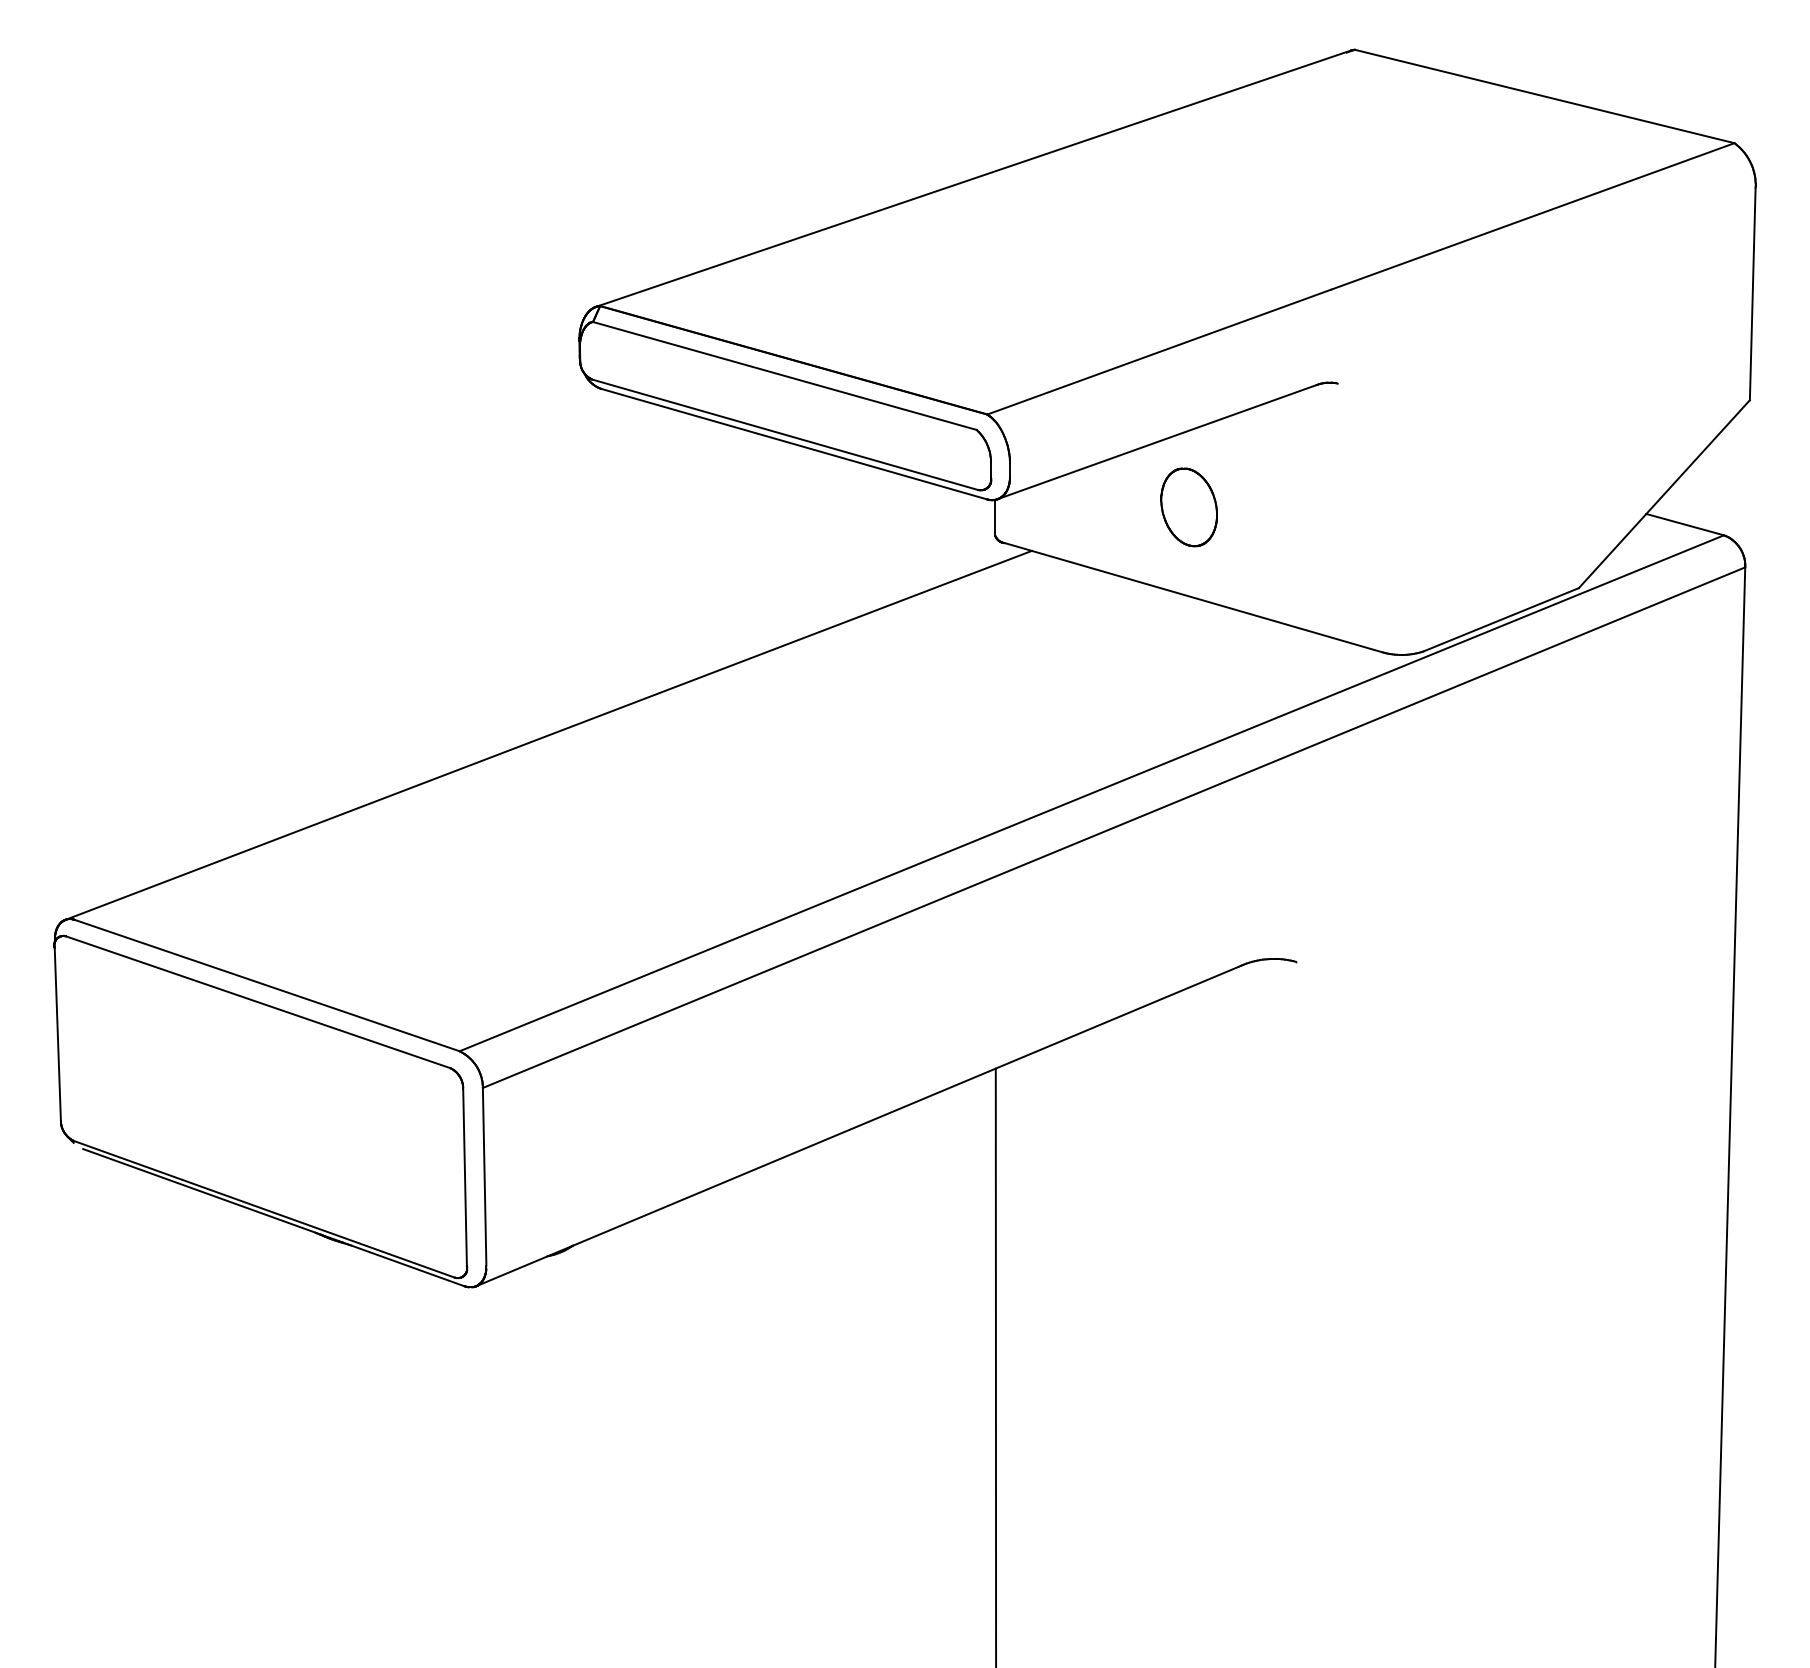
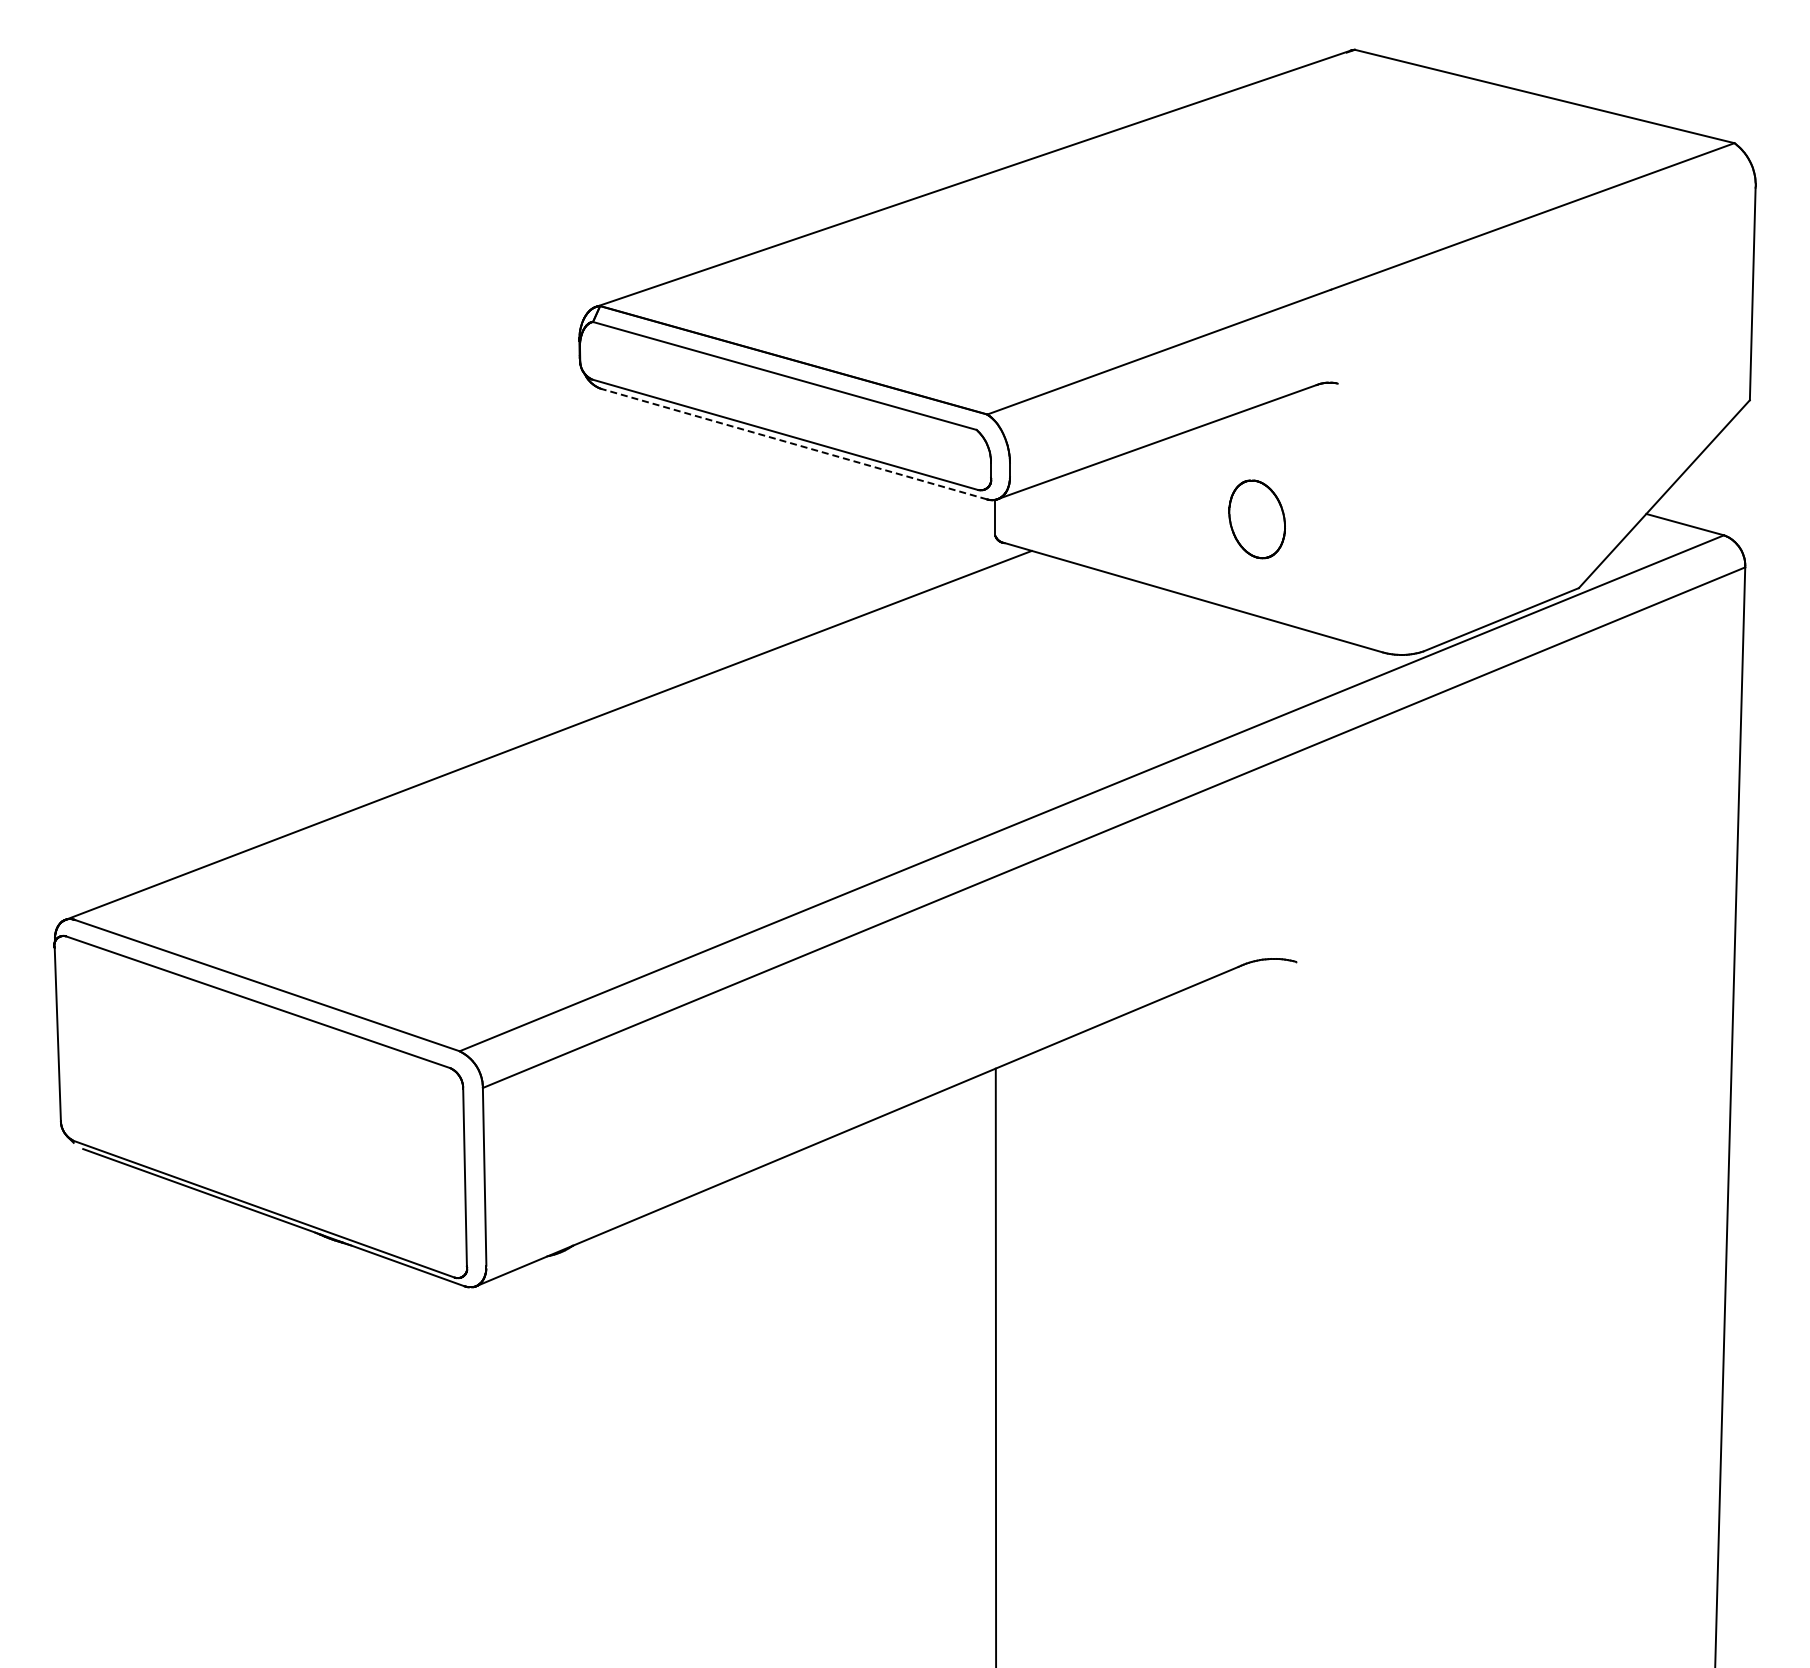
line at (794, 444): solid -> dashed
part at (1188, 507) position: (1188, 507) -> (1256, 519)
